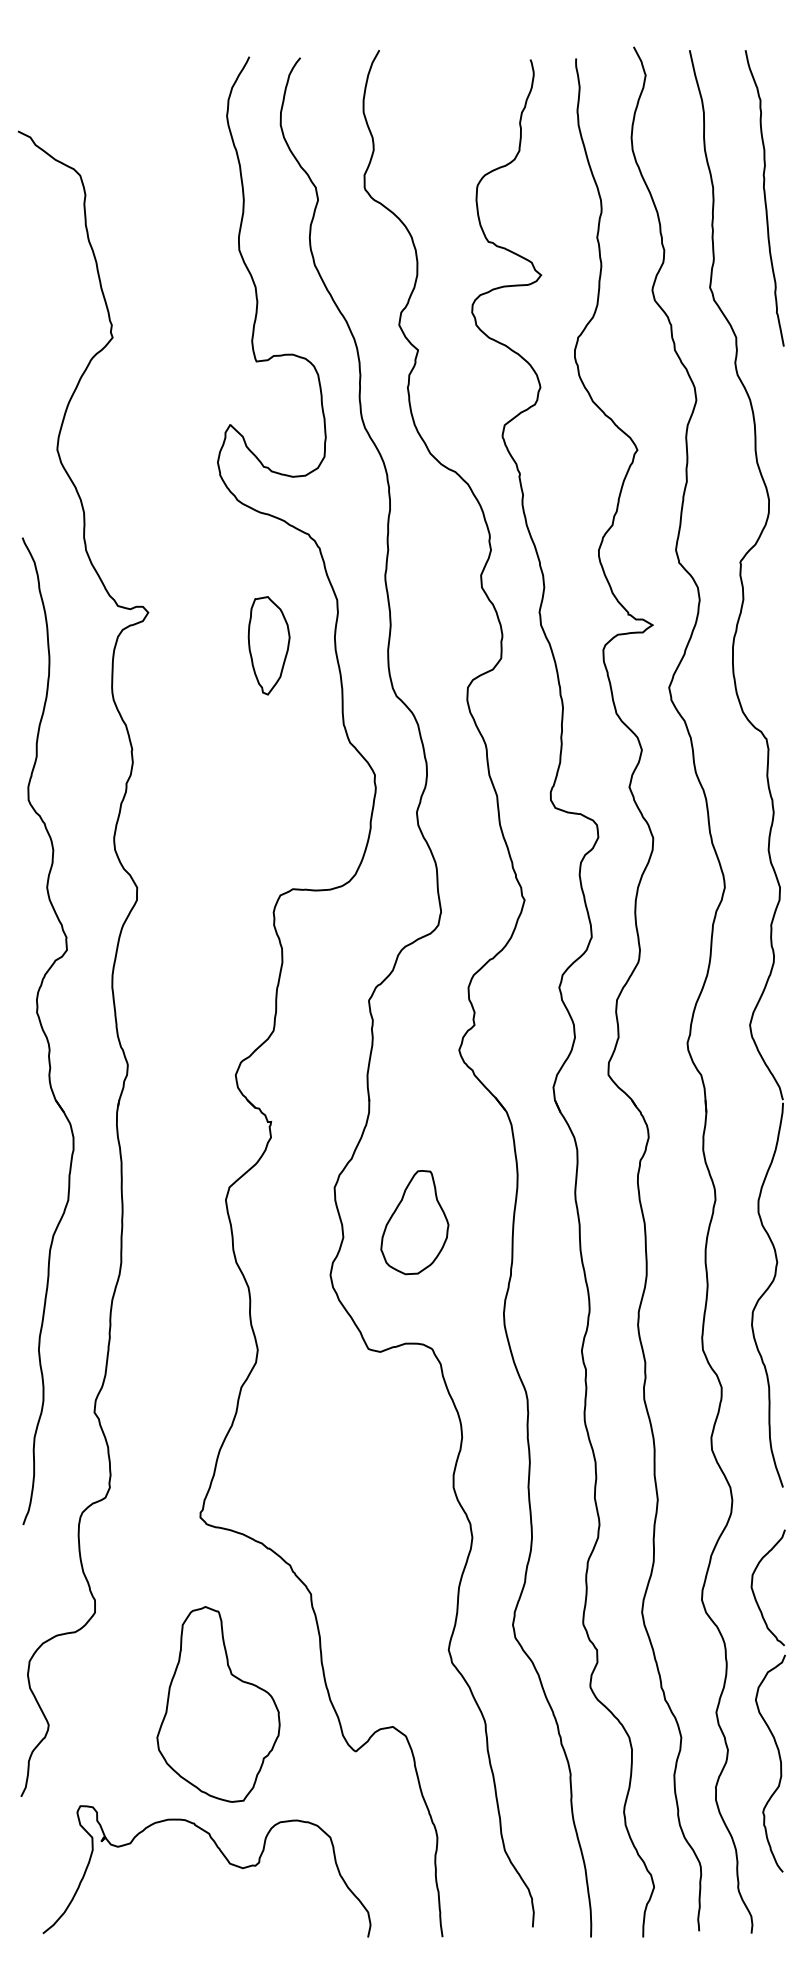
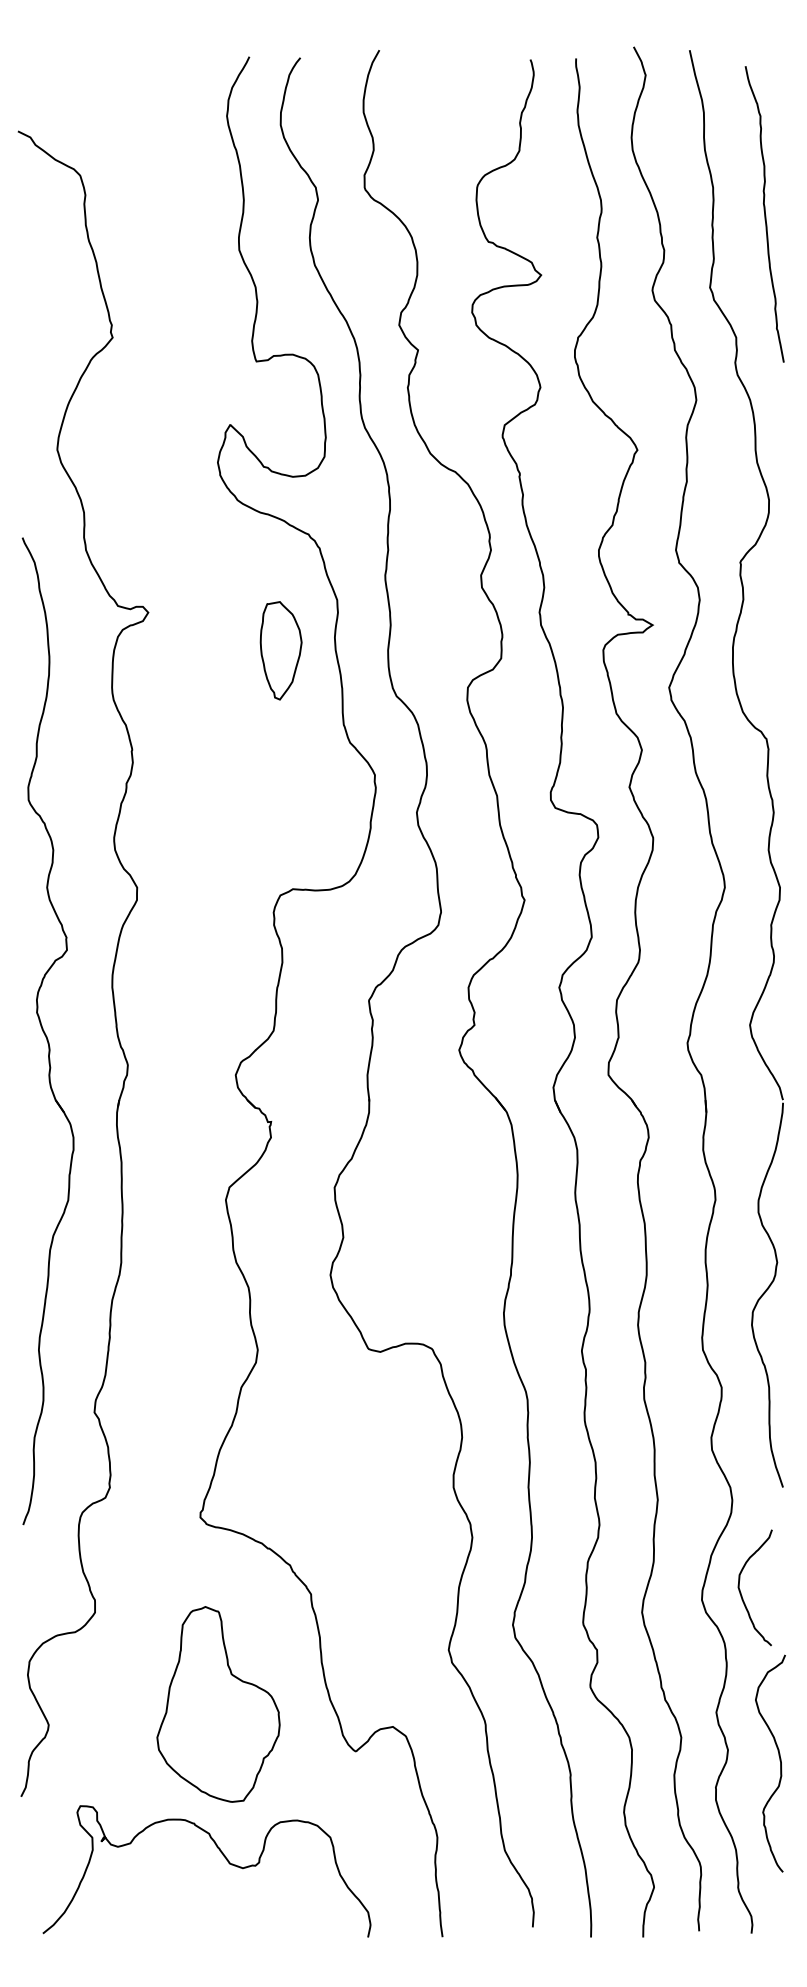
curve at (764, 198) position: (764, 198) -> (764, 214)
part at (268, 645) position: (268, 645) -> (280, 650)
part at (414, 1222): present -> none
curve at (754, 1592) position: (754, 1592) -> (741, 1592)
